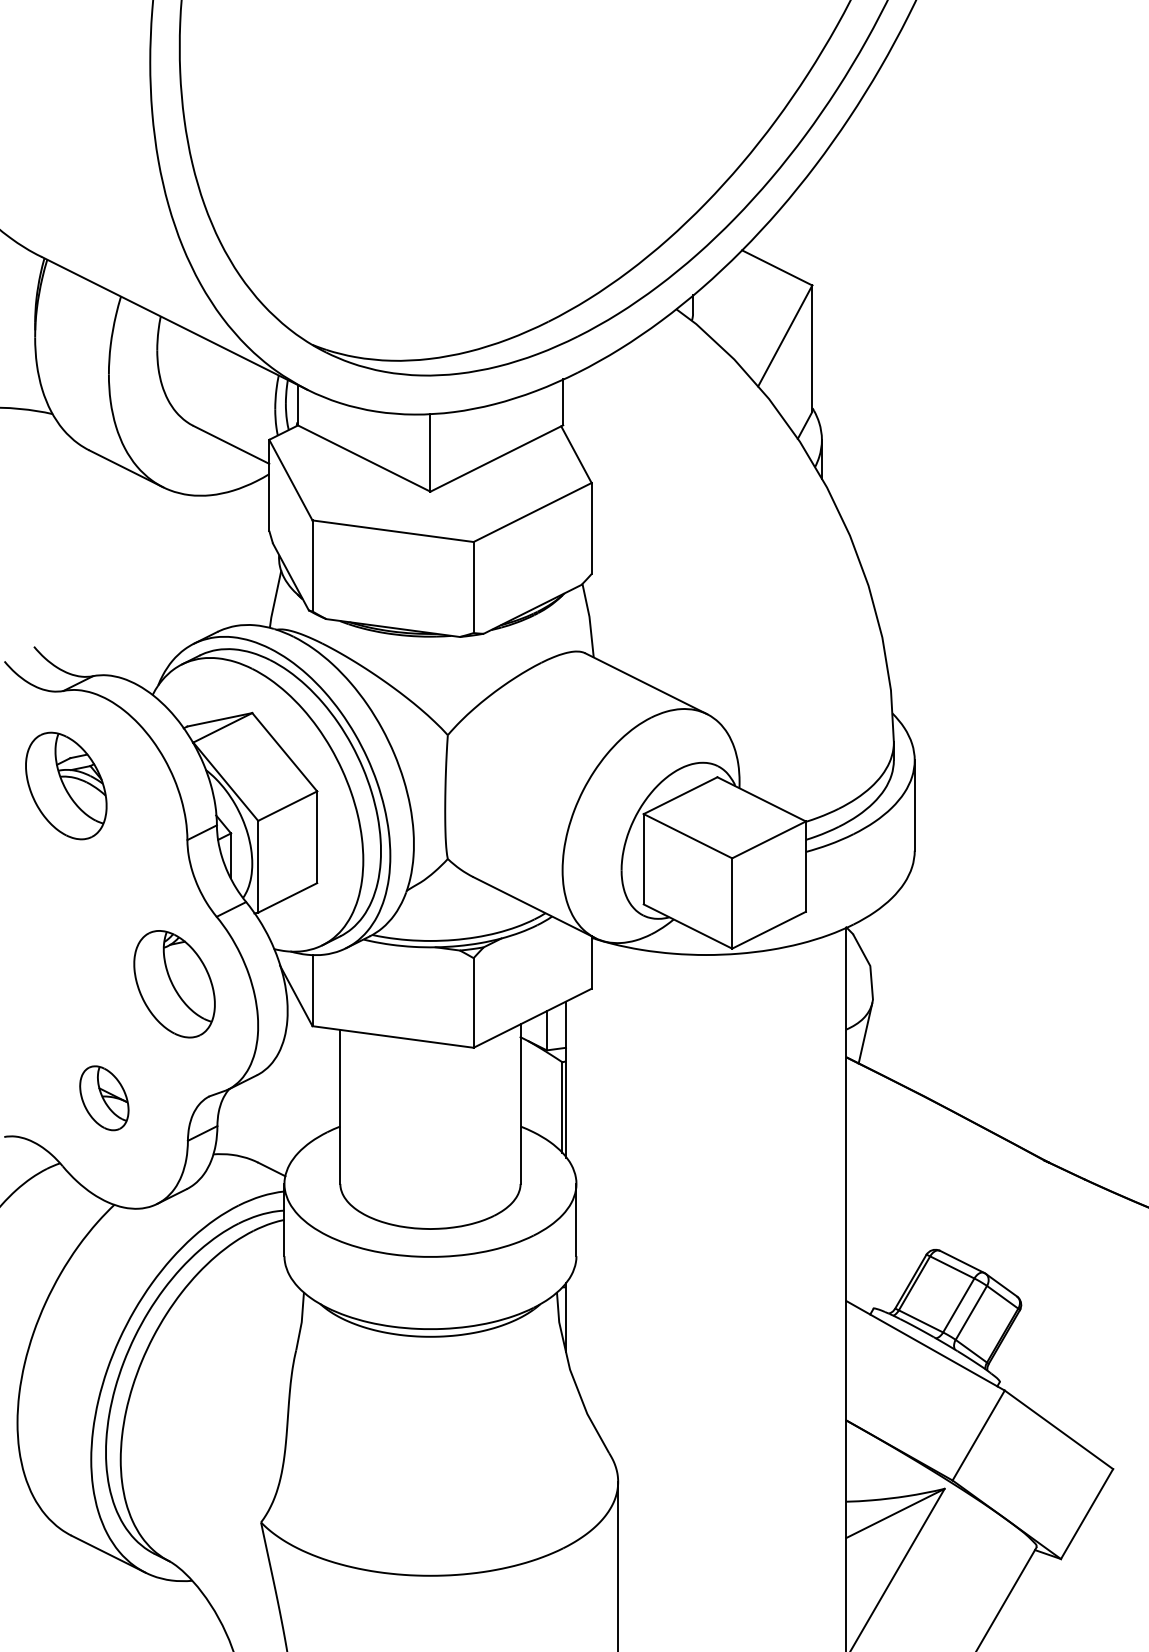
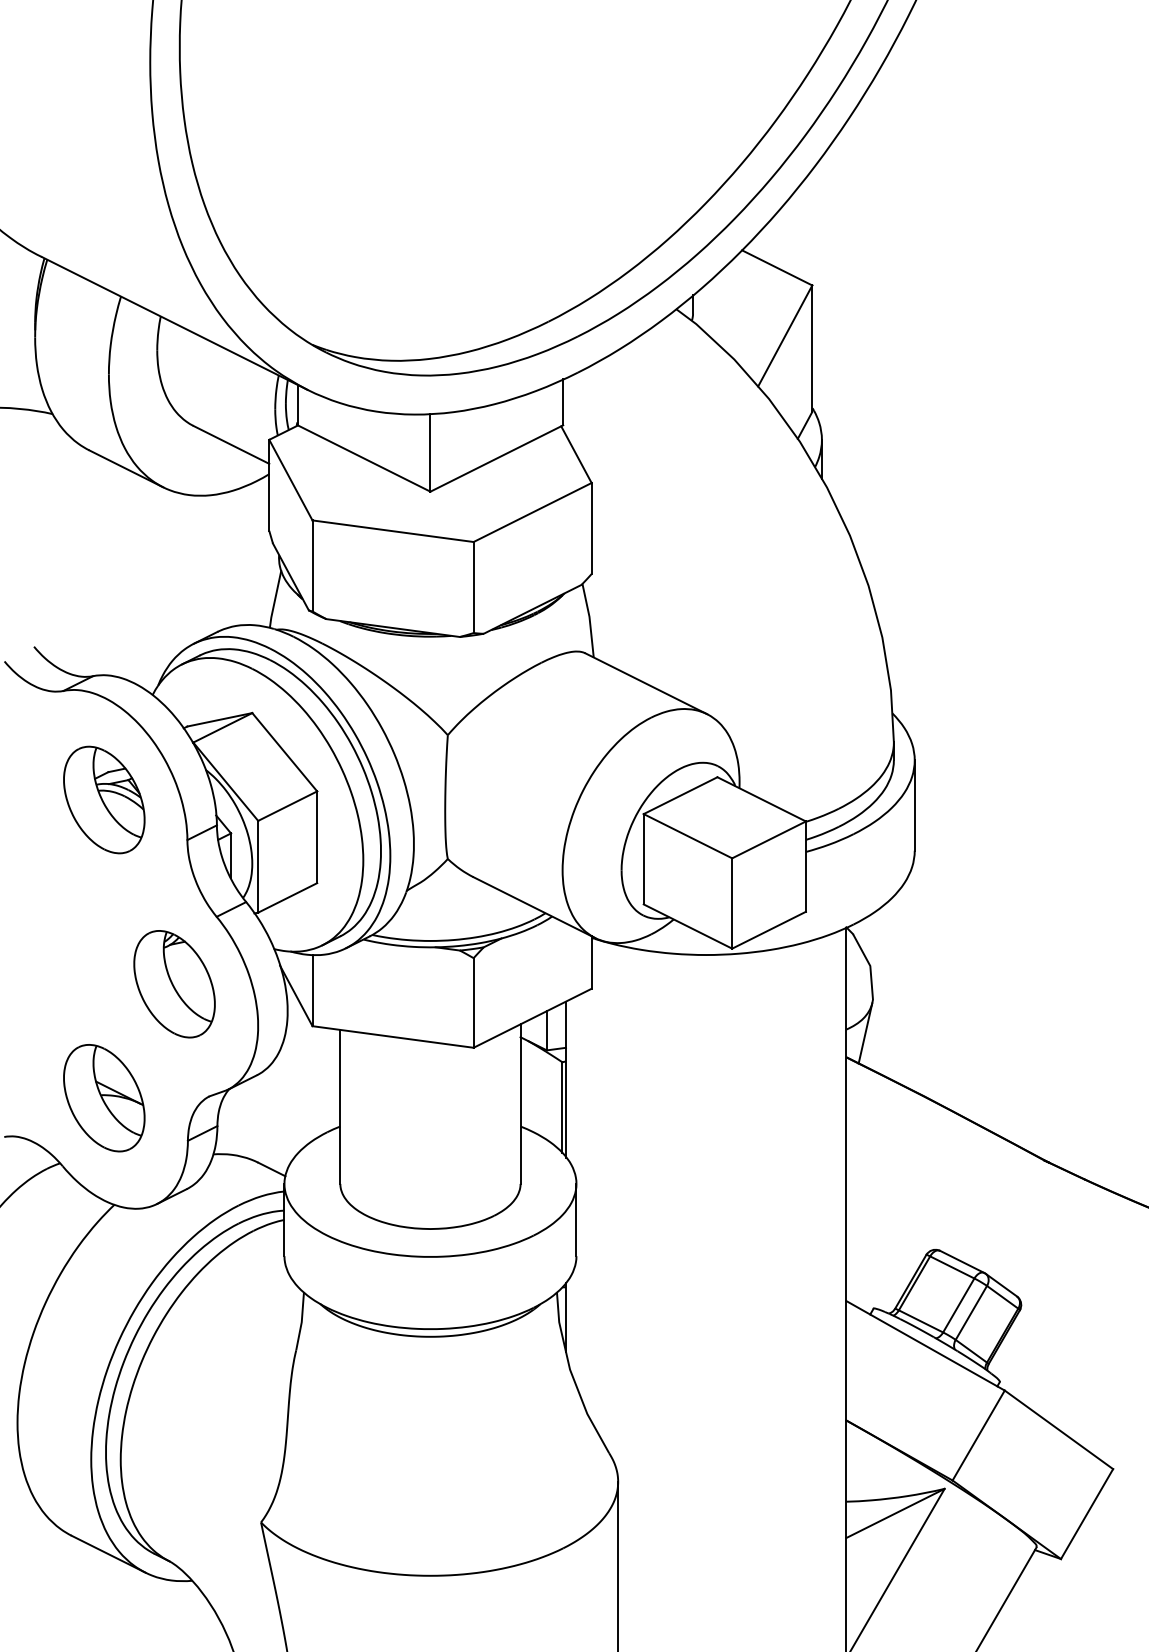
part at (66, 785) position: (66, 785) -> (104, 799)
part at (104, 1098) size: 51x67 px -> 83x109 px
